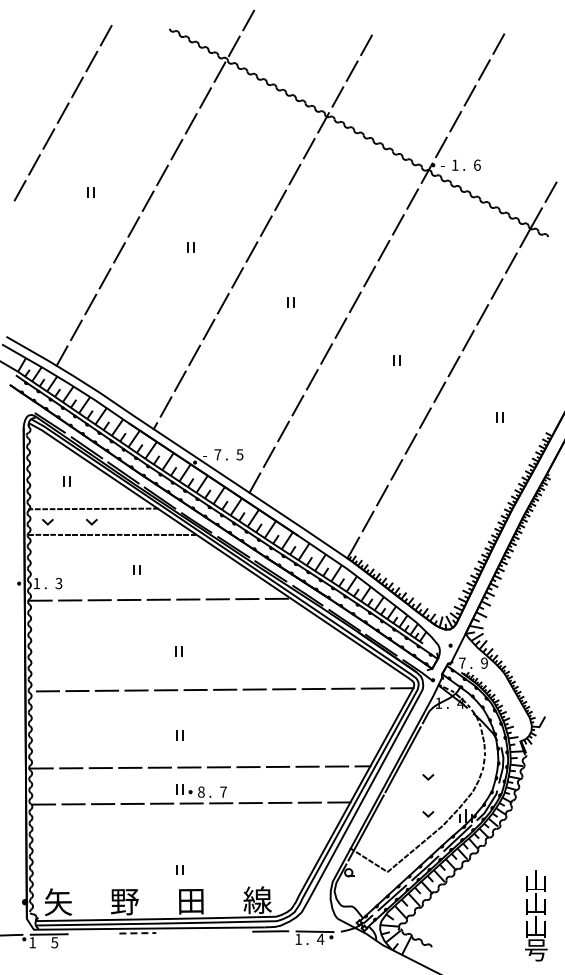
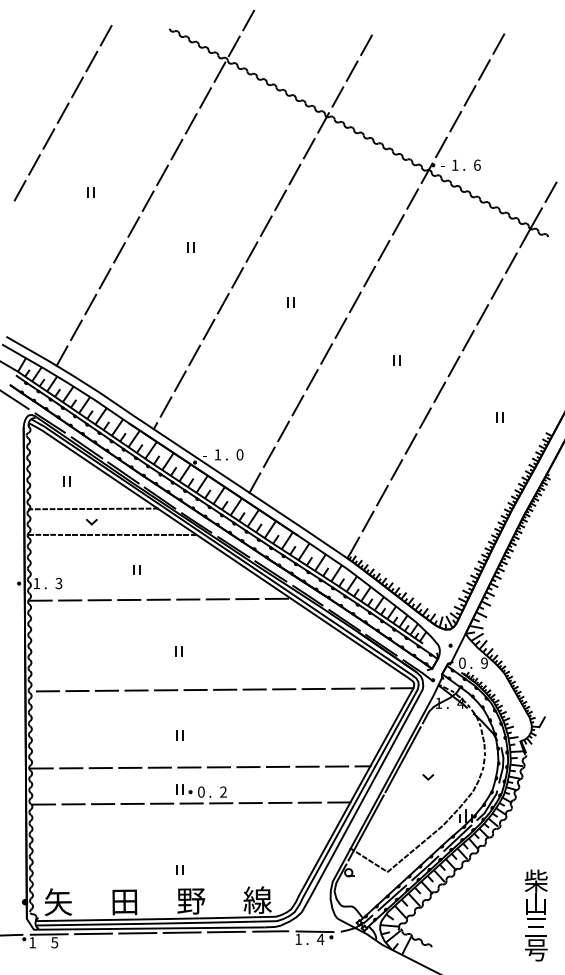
line at (15, 400): none -> present
text at (217, 454): 7 -> 1
text at (239, 454): 5 -> 0
line at (46, 521): present -> none
text at (462, 662): 7 -> 0
text at (223, 791): 7 -> 2
text at (201, 792): 8 -> 0
line at (427, 814): present -> none
text at (535, 880): 山 -> 柴
text at (191, 901): 田 -> 野
text at (124, 902): 野 -> 田
text at (535, 926): 山 -> 三
line at (225, 931): none -> present
line at (181, 932): none -> present
line at (93, 933): none -> present
line at (138, 933): dashed -> solid
